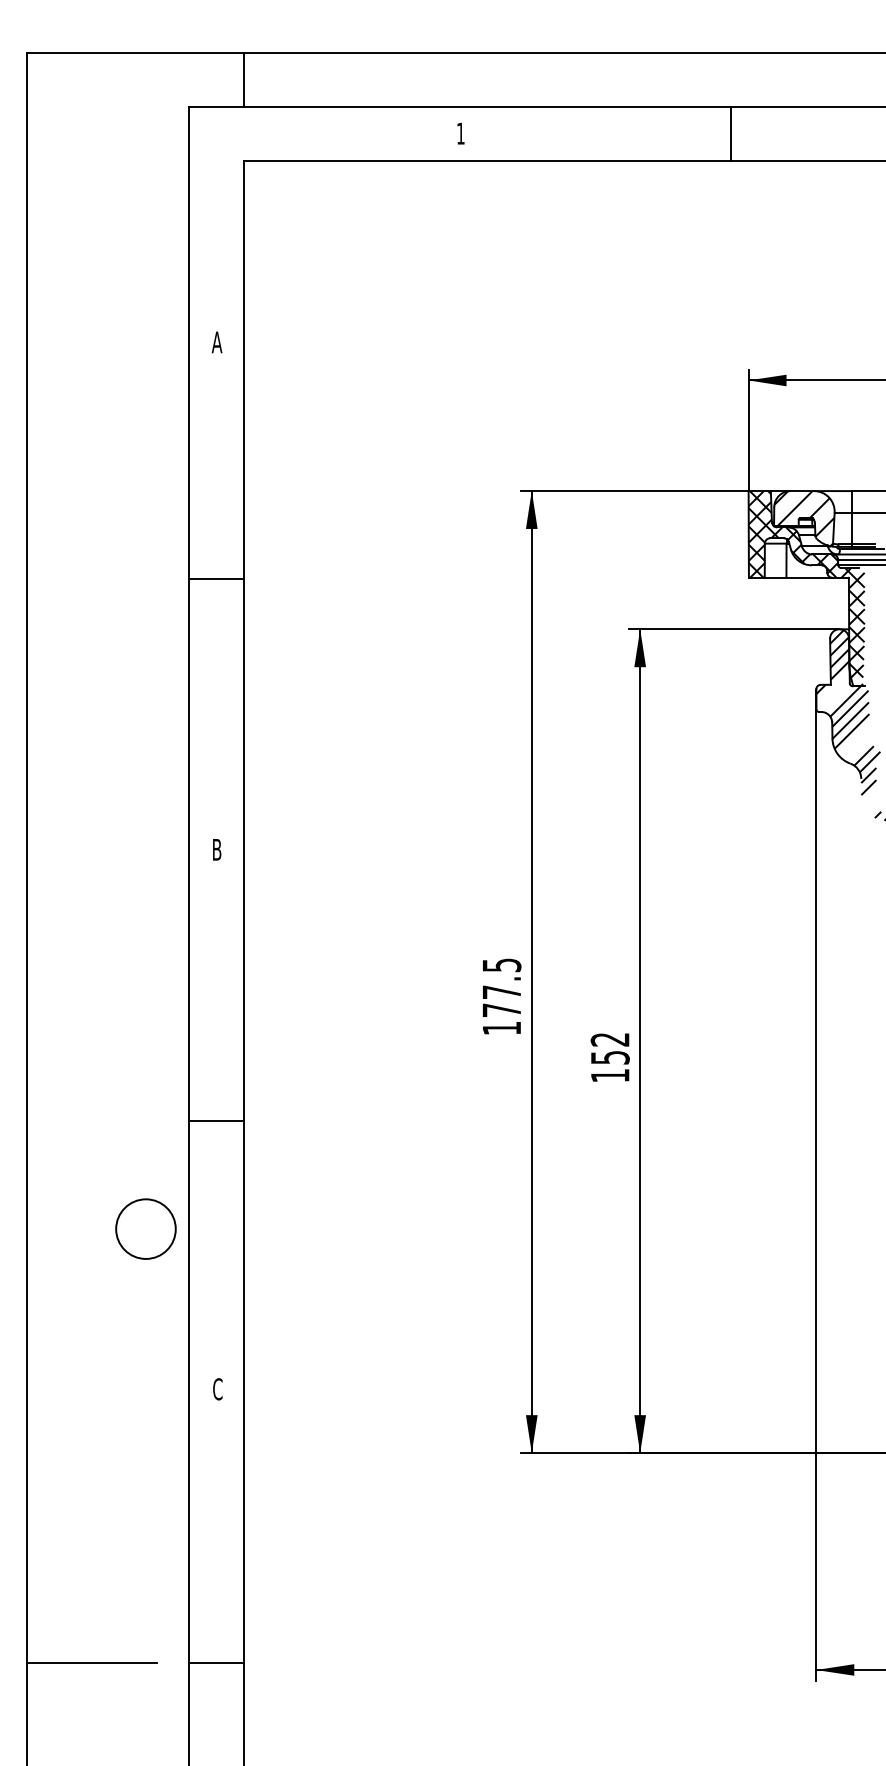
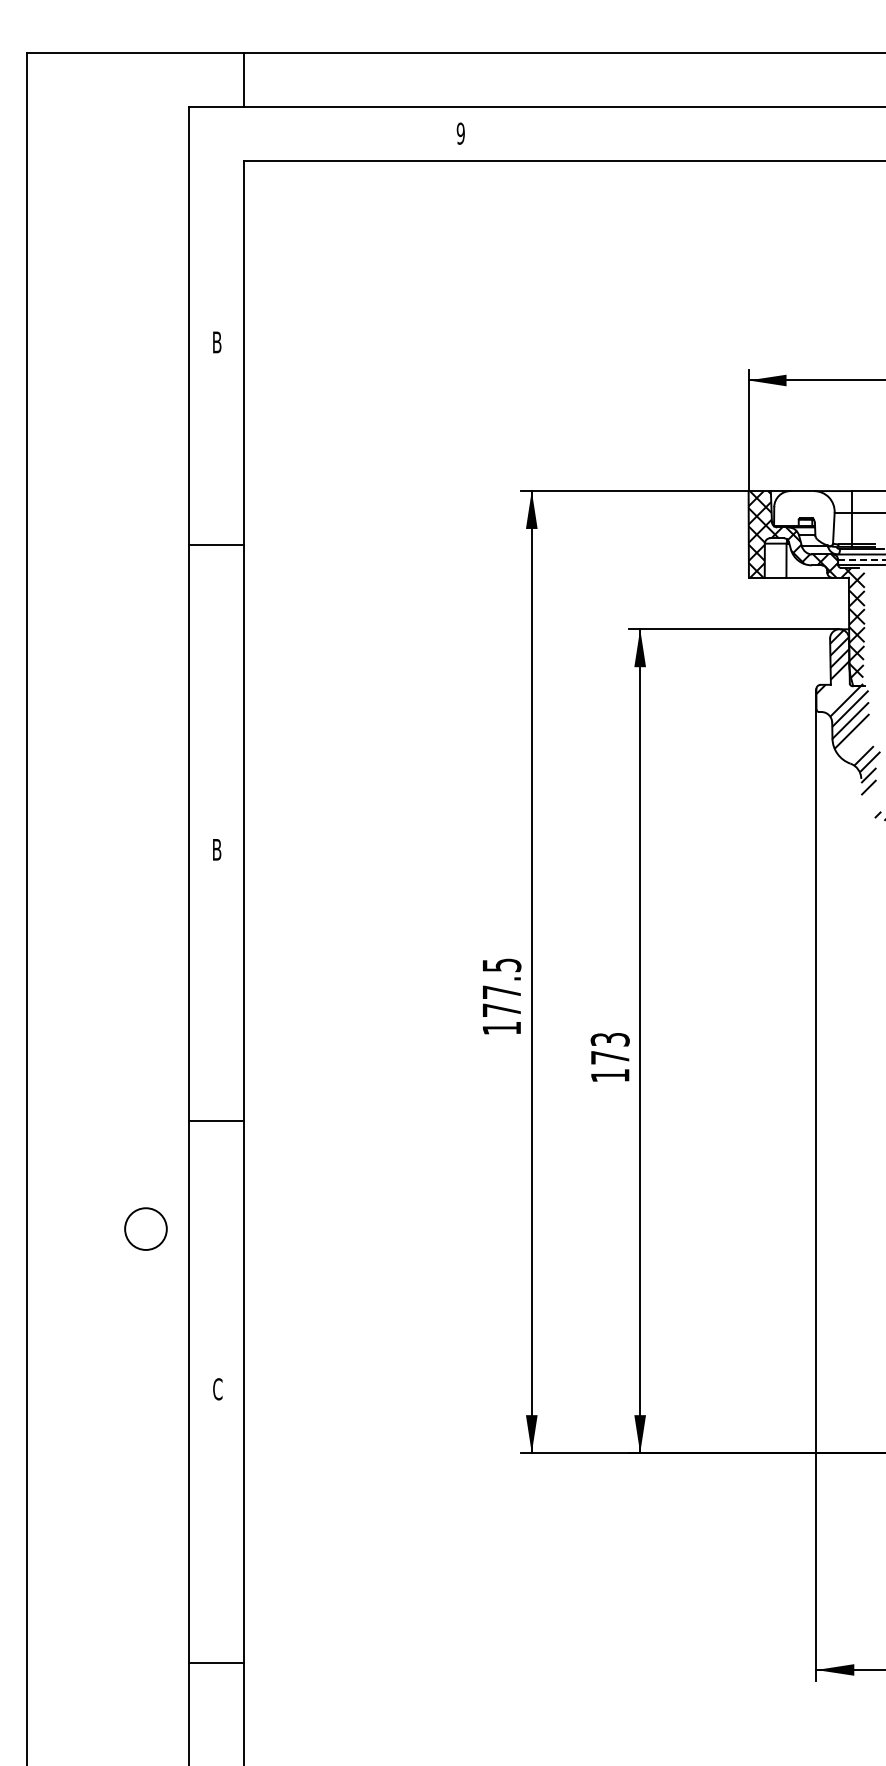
text at (460, 133): 1 -> 9
line at (731, 134): present -> none
text at (216, 342): A -> B
hatch at (804, 518): present -> none
line at (862, 559): solid -> dashed
line at (216, 578) position: (216, 578) -> (216, 544)
text at (610, 1048): 152 -> 173
circle at (145, 1228) size: 62x62 px -> 44x44 px
line at (91, 1662): present -> none
